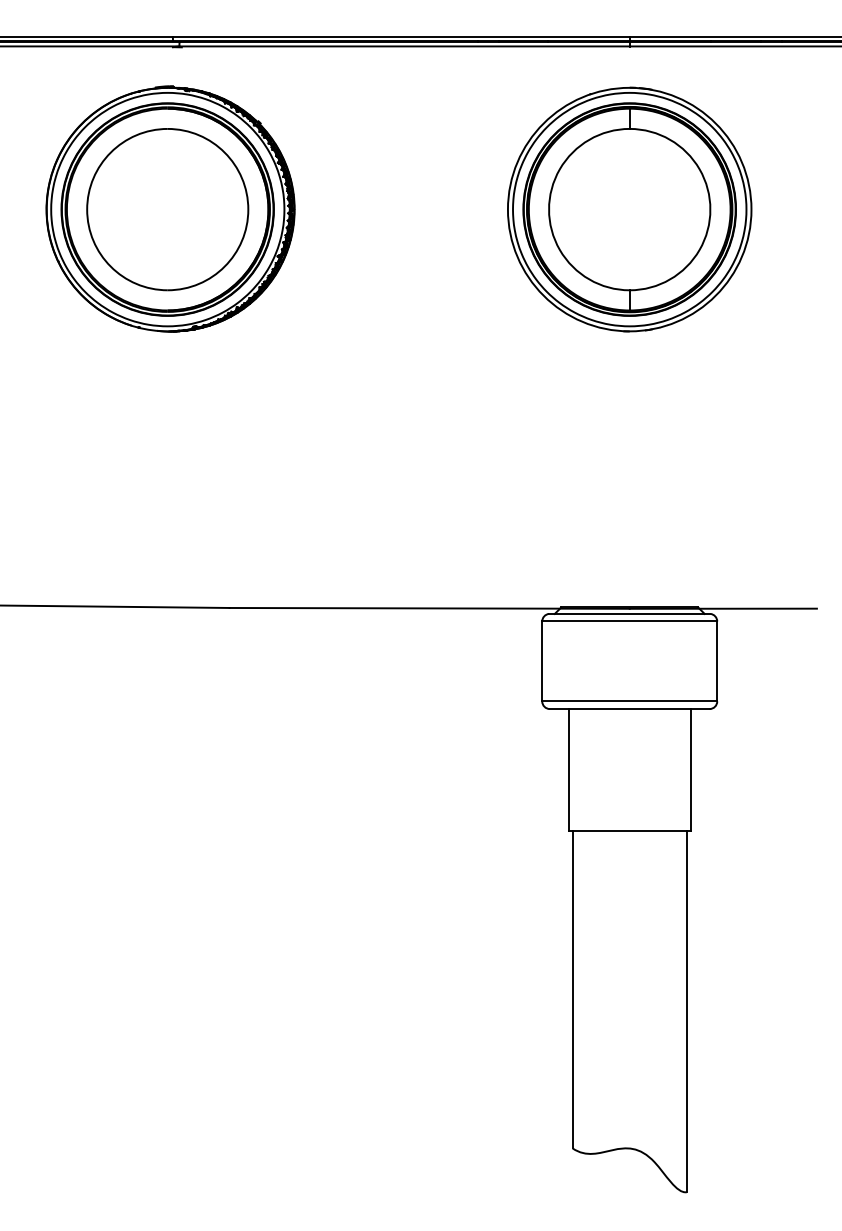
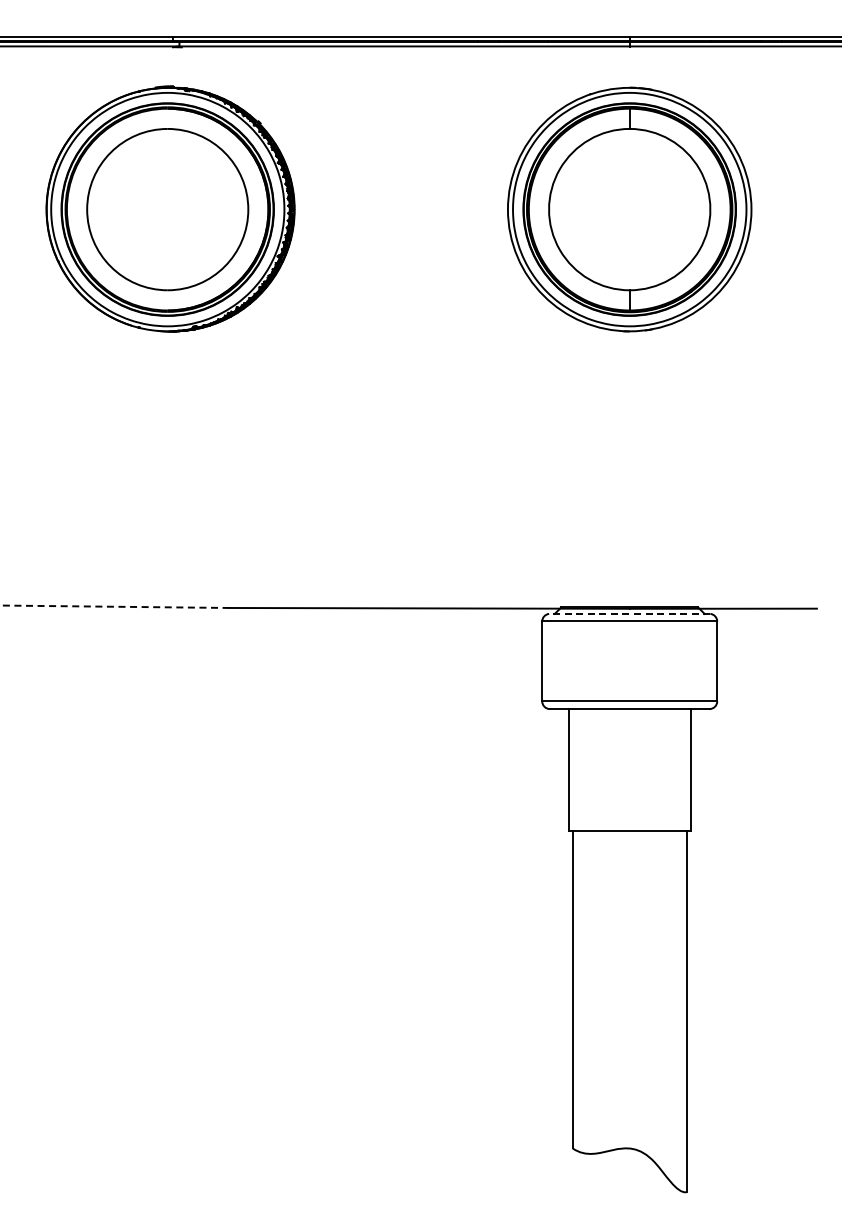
line at (114, 606): solid -> dashed
line at (629, 613): solid -> dashed
